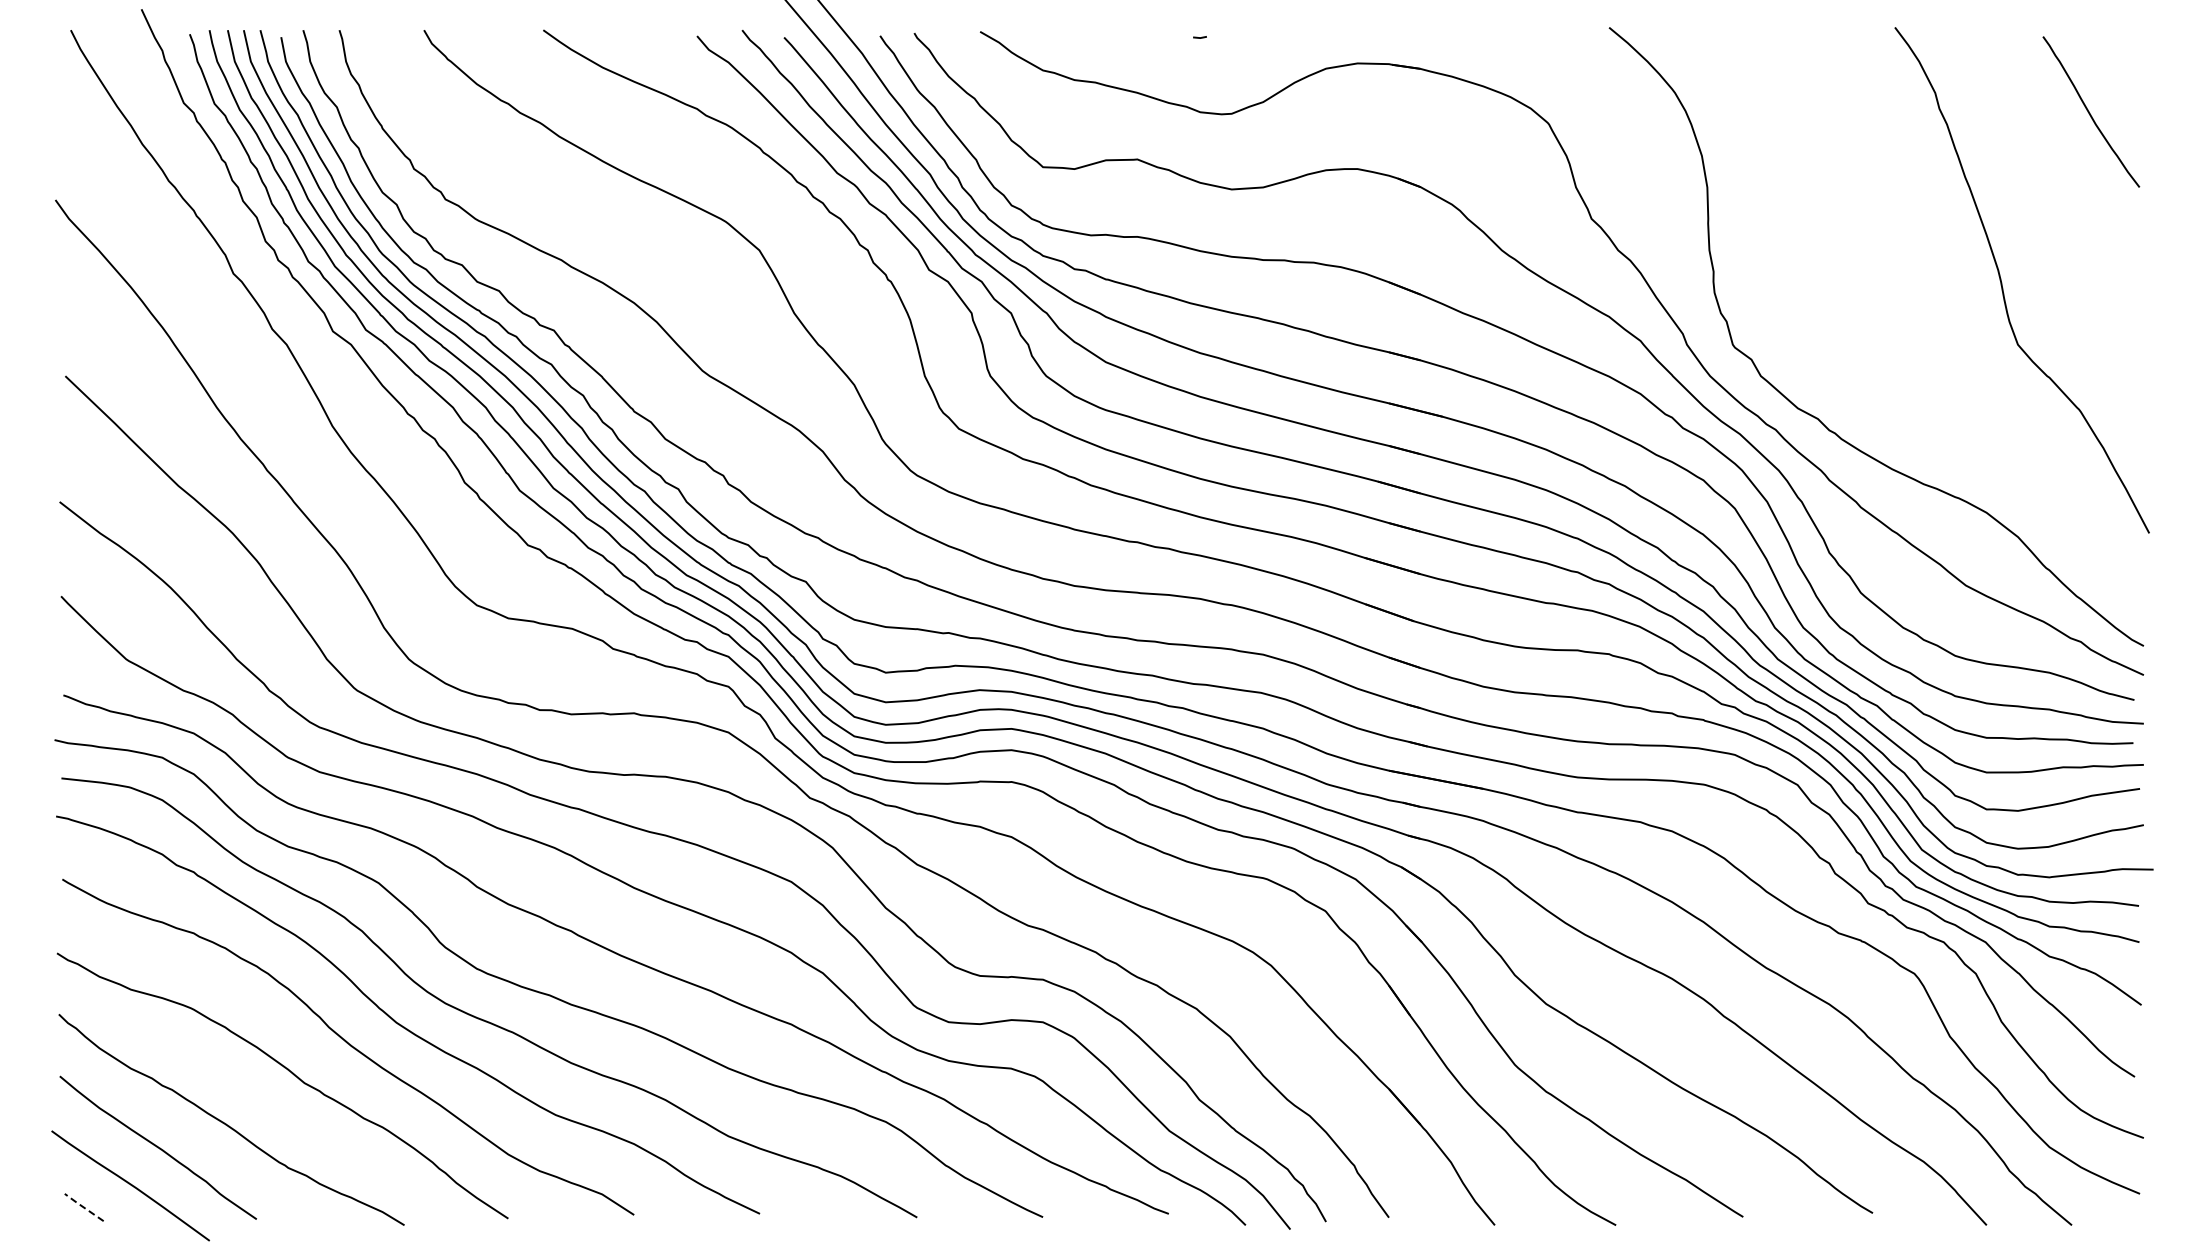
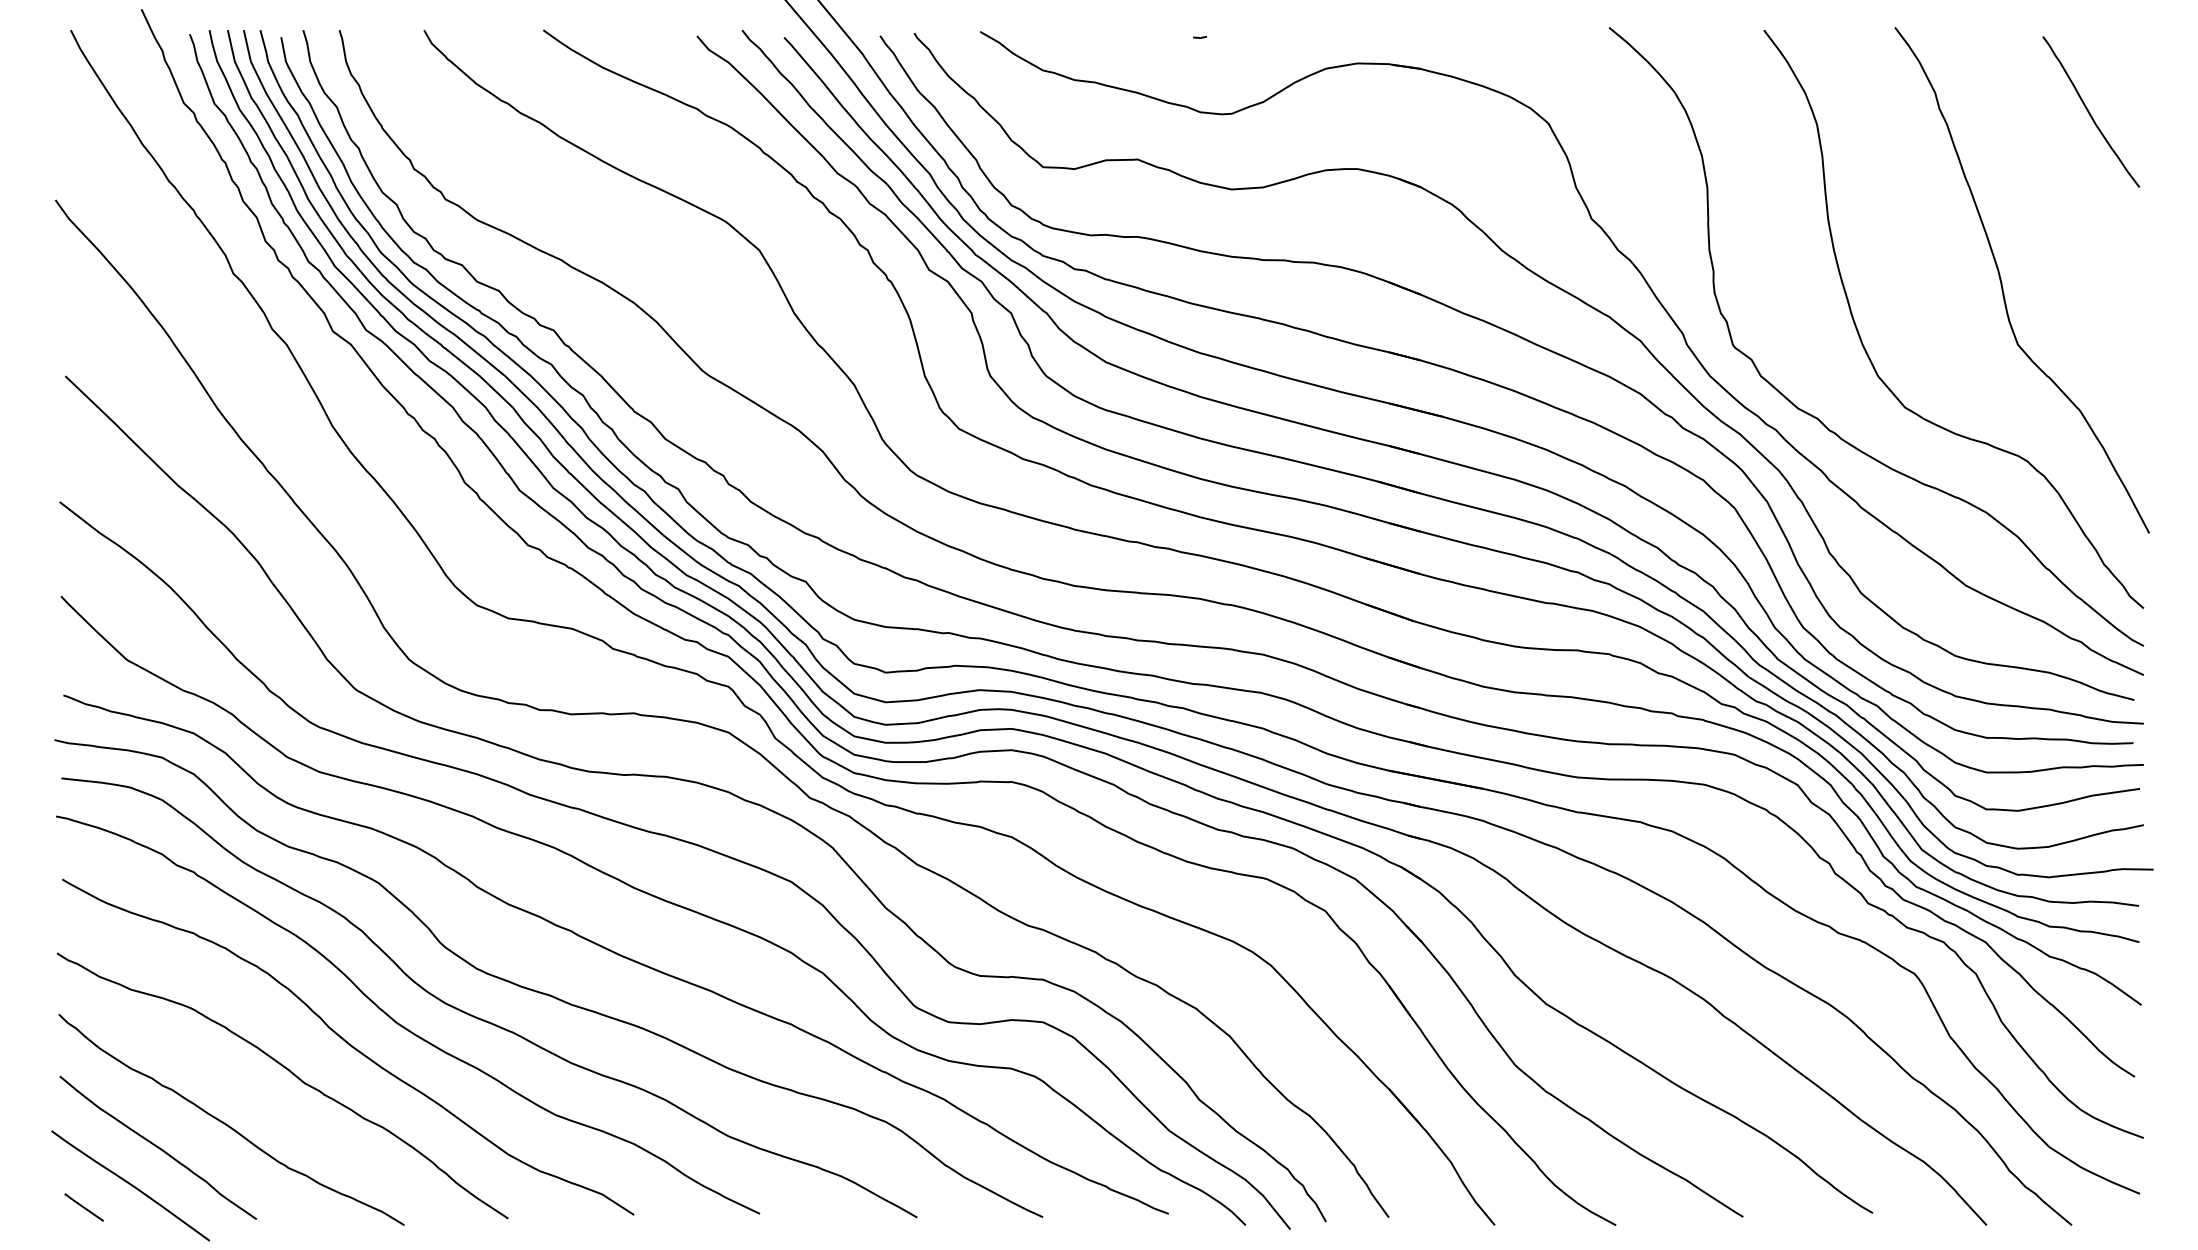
curve at (1871, 360): none -> present
line at (83, 1207): dashed -> solid
